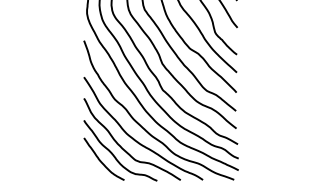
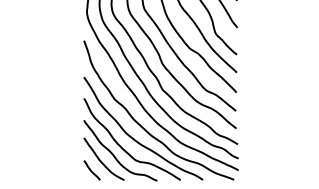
curve at (91, 170): none -> present
